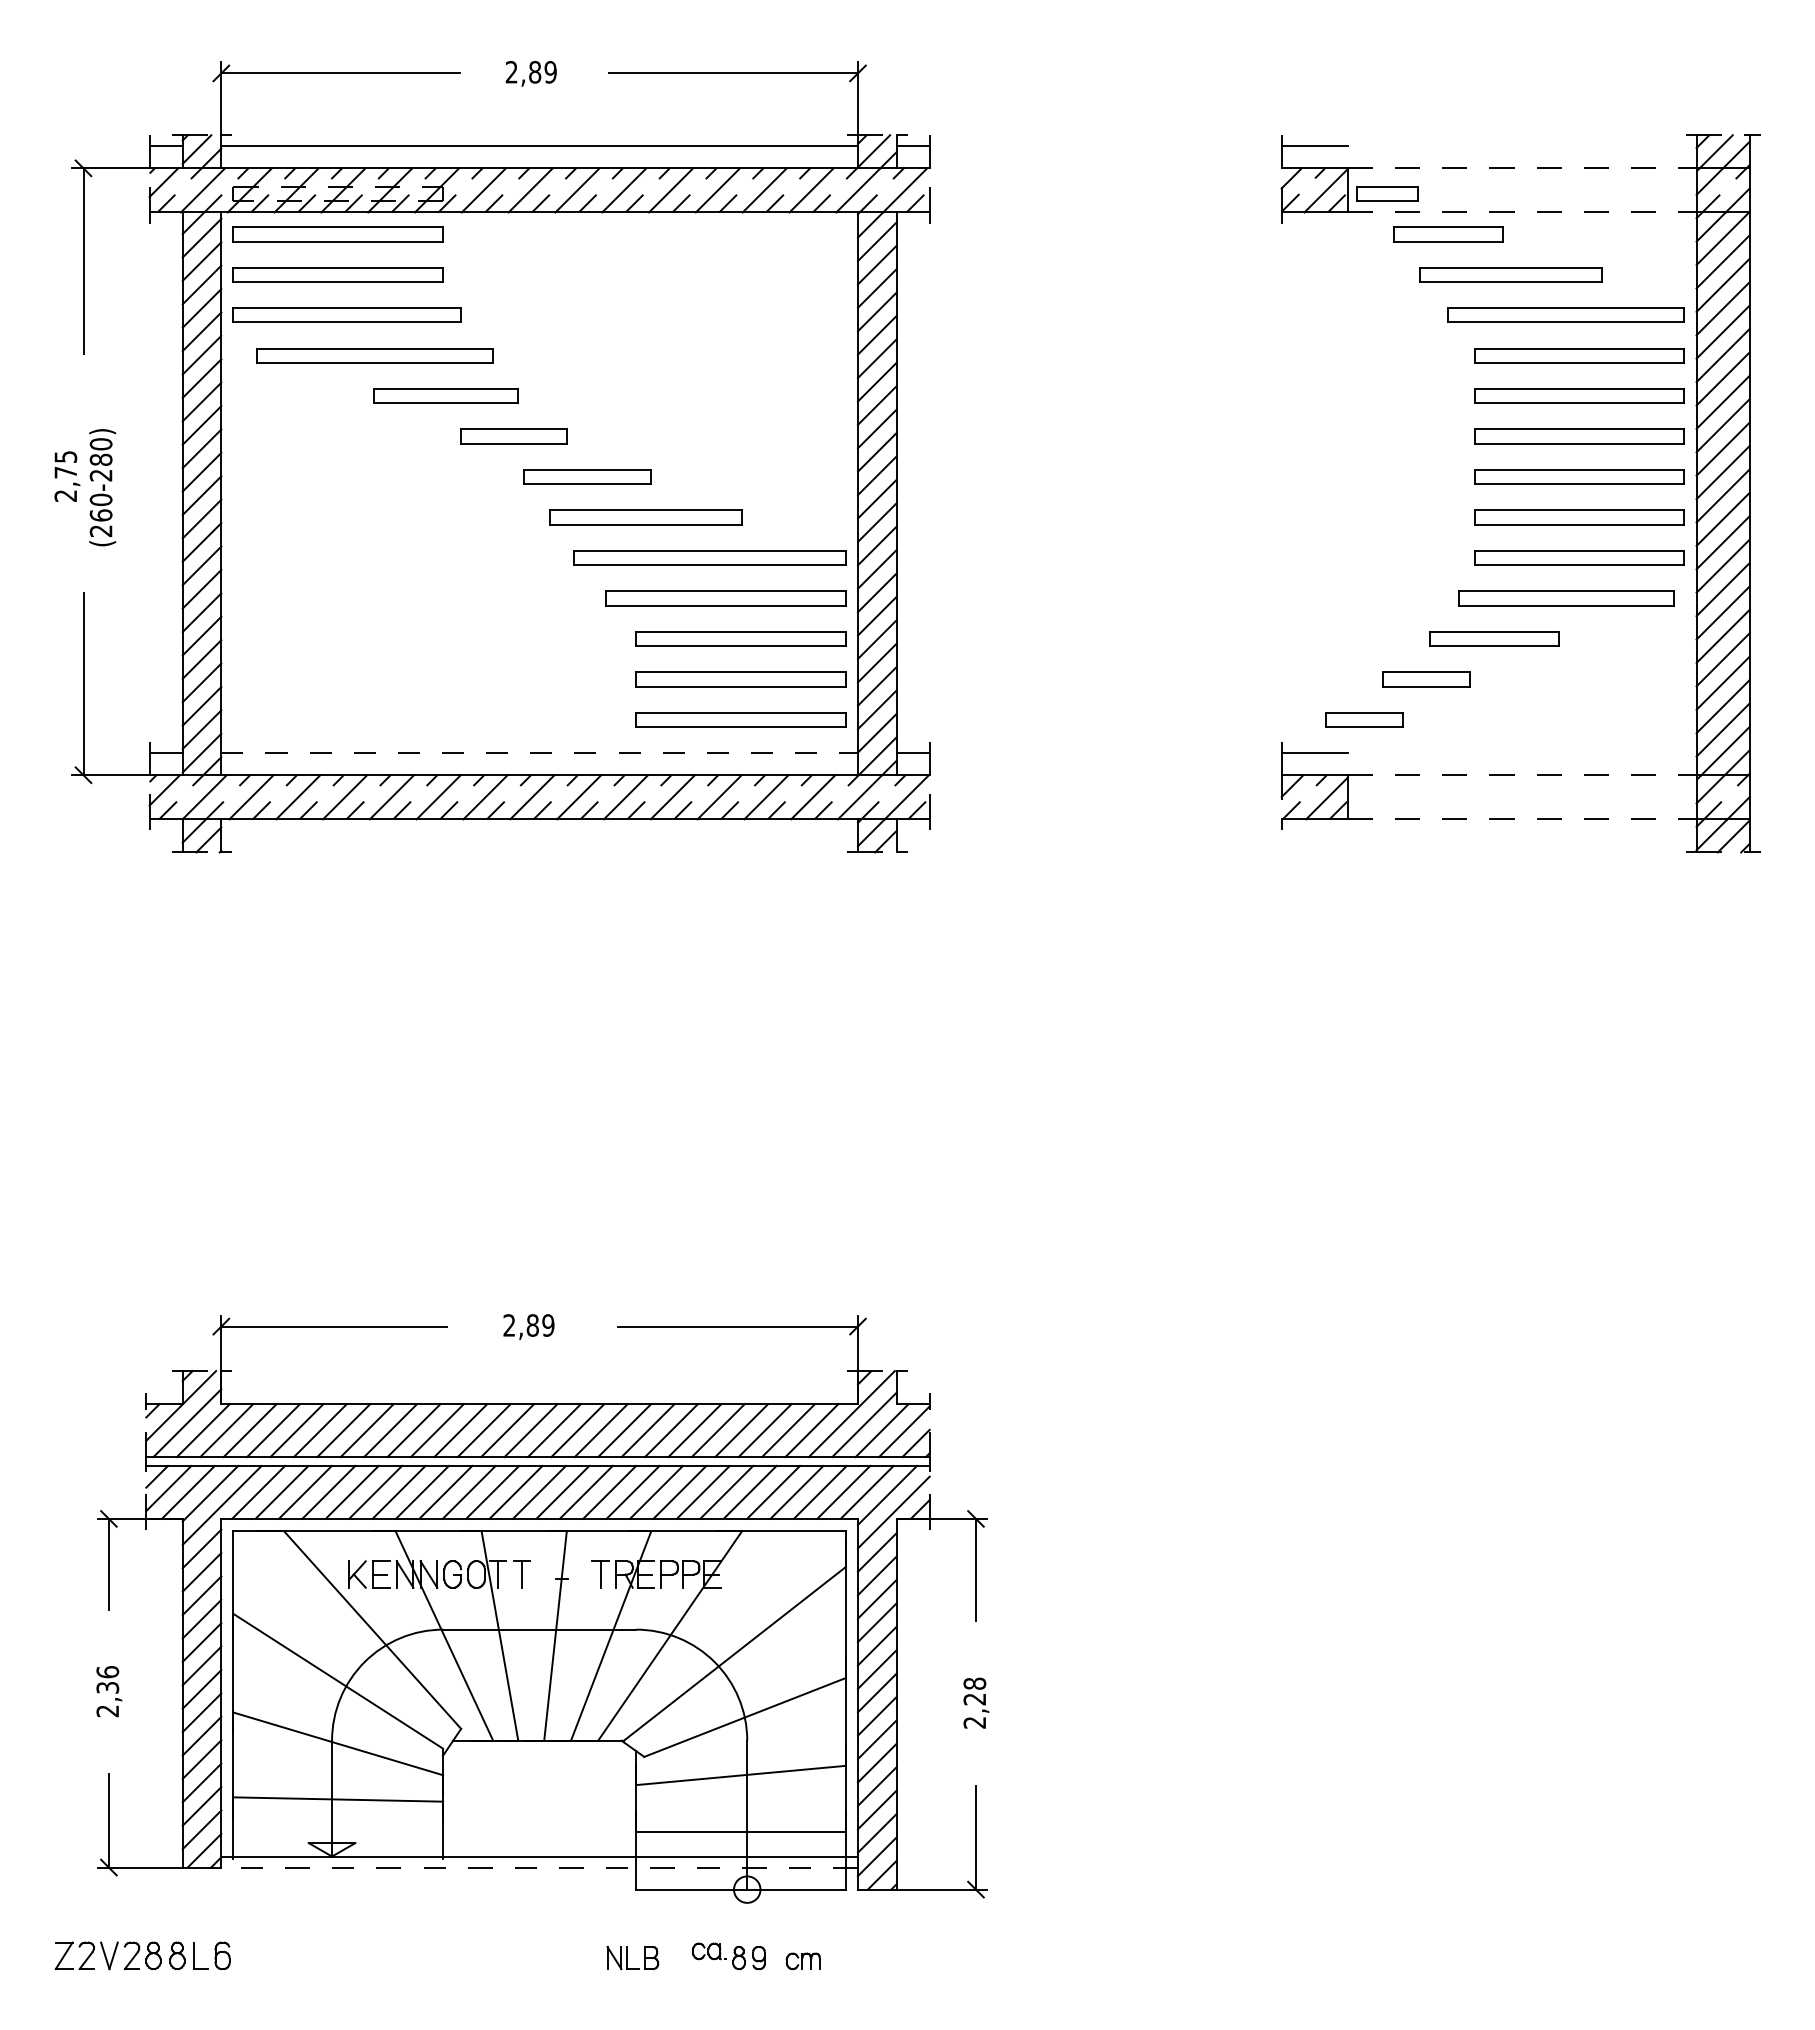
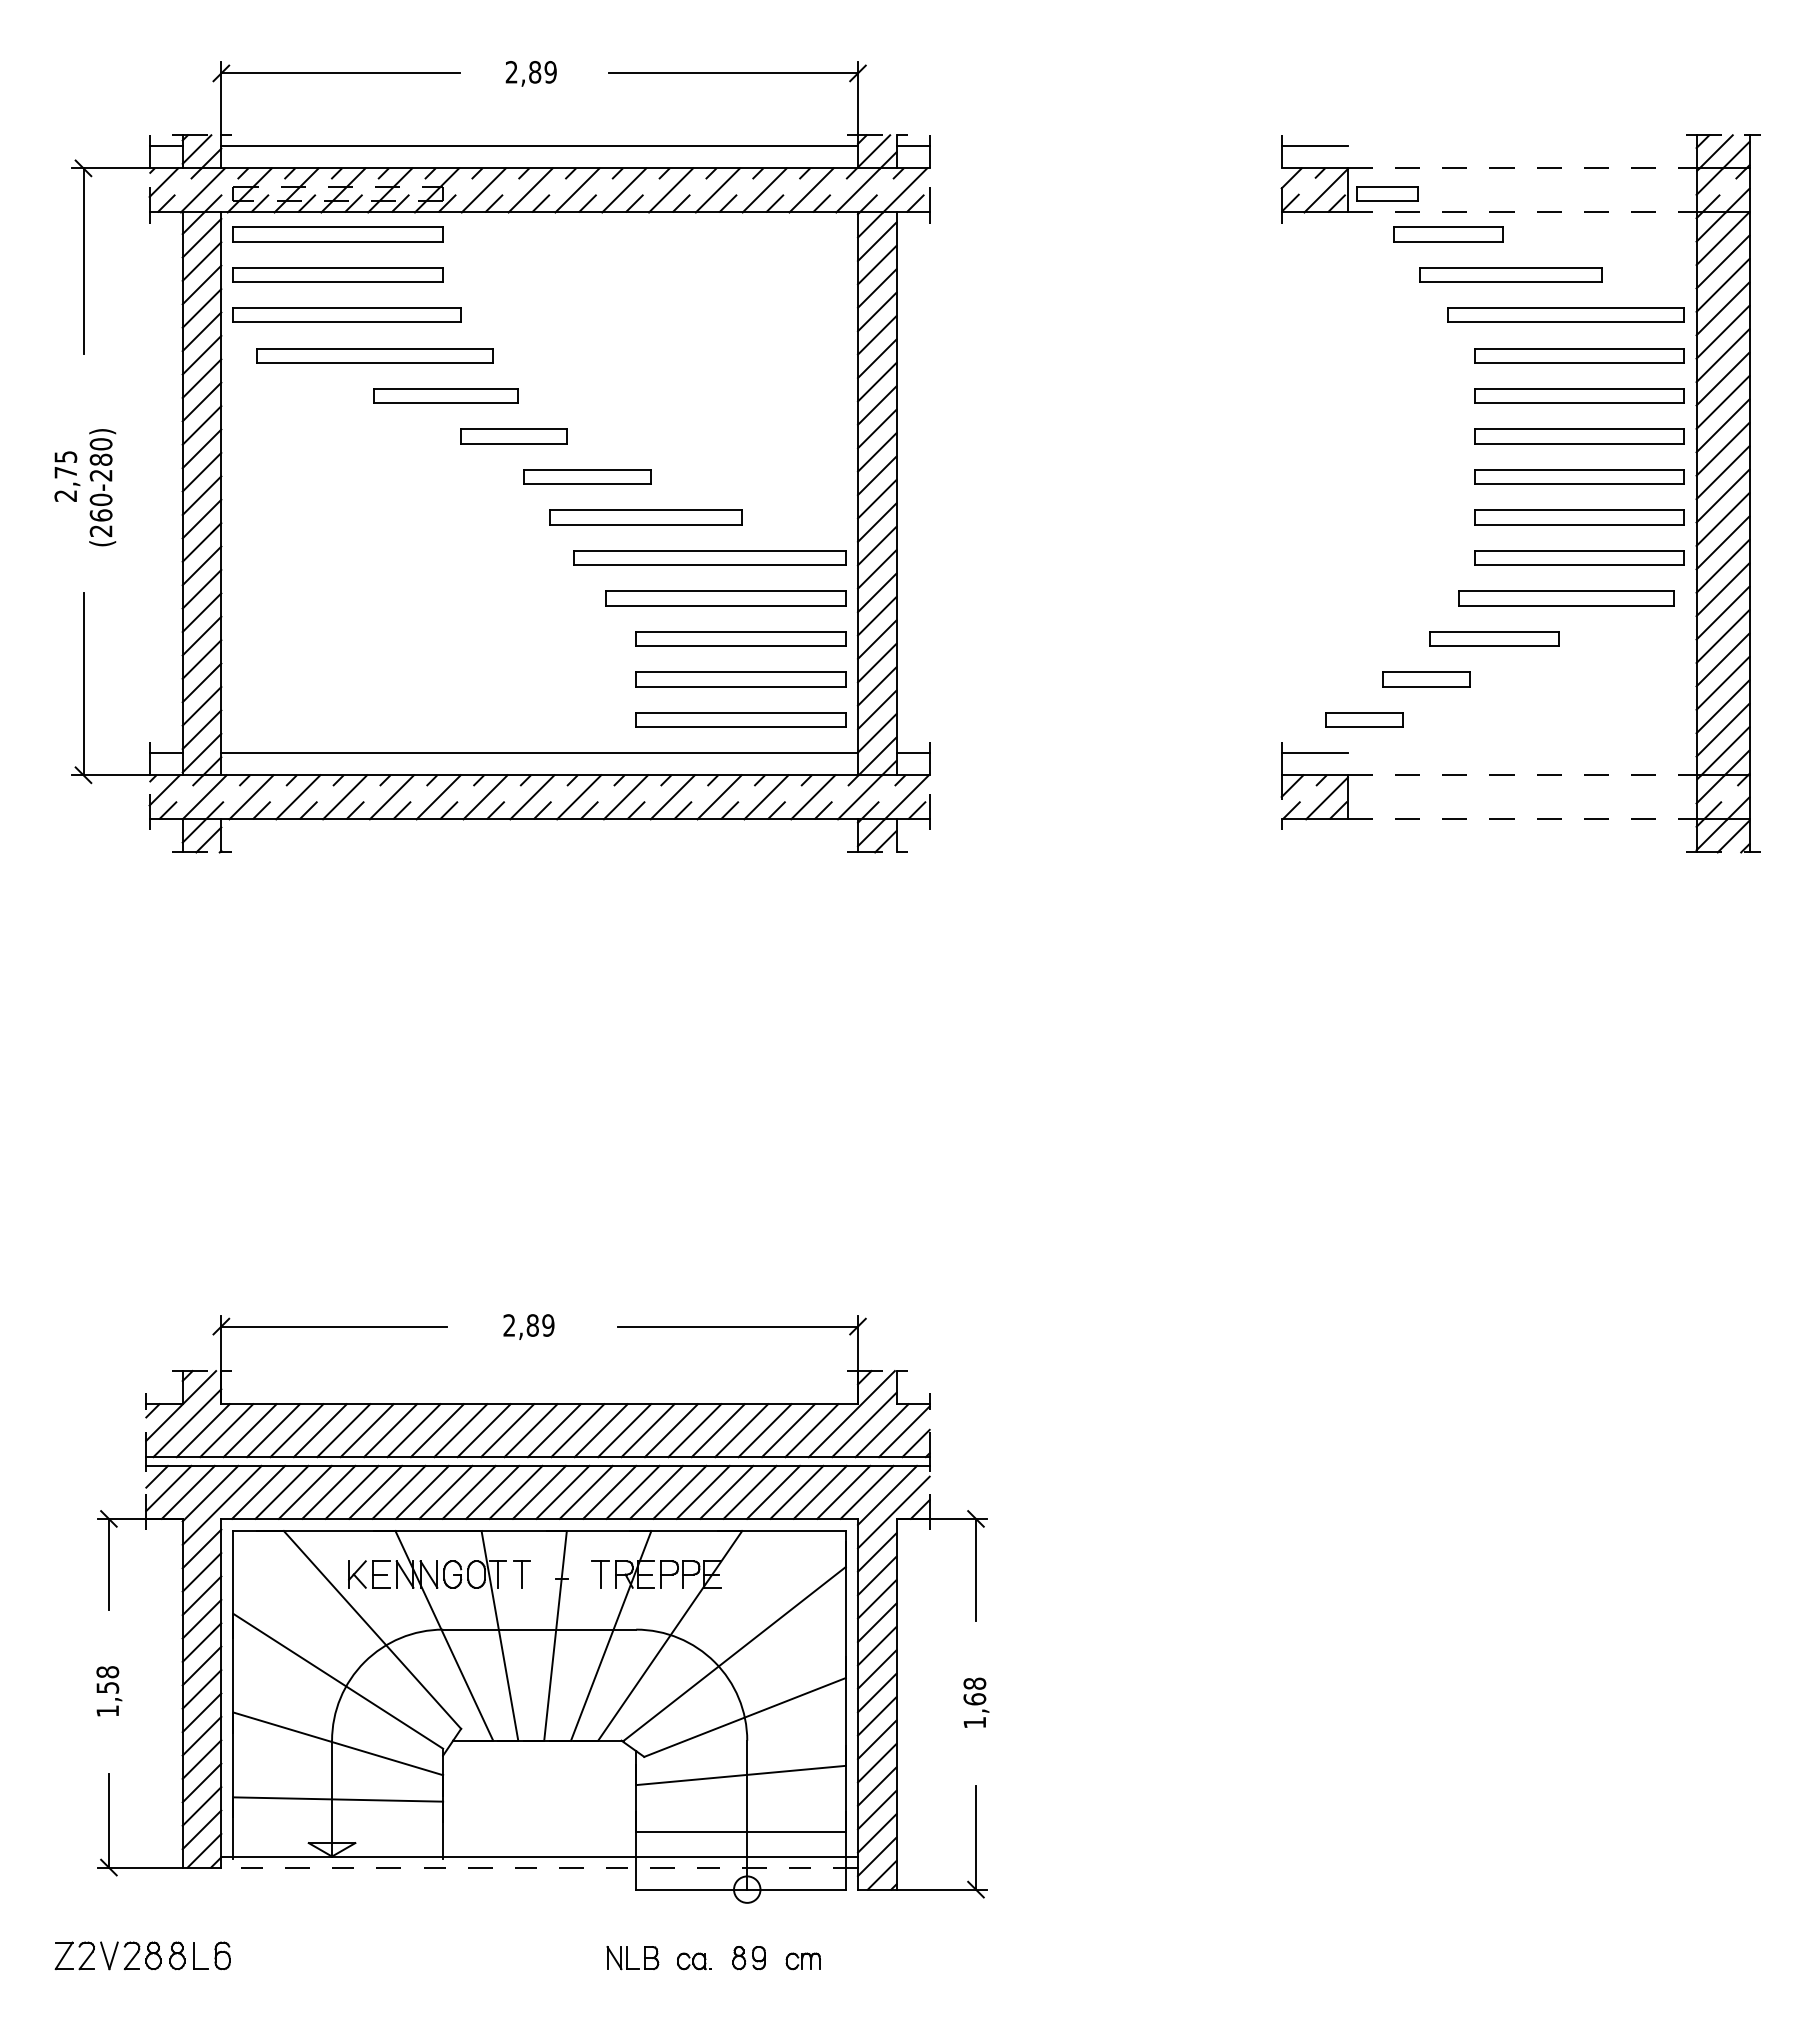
line at (540, 753): dashed -> solid
text at (107, 1691): 2,36 -> 1,58
text at (974, 1710): 2,28 -> 1,68
part at (709, 1951) position: (709, 1951) -> (694, 1961)
